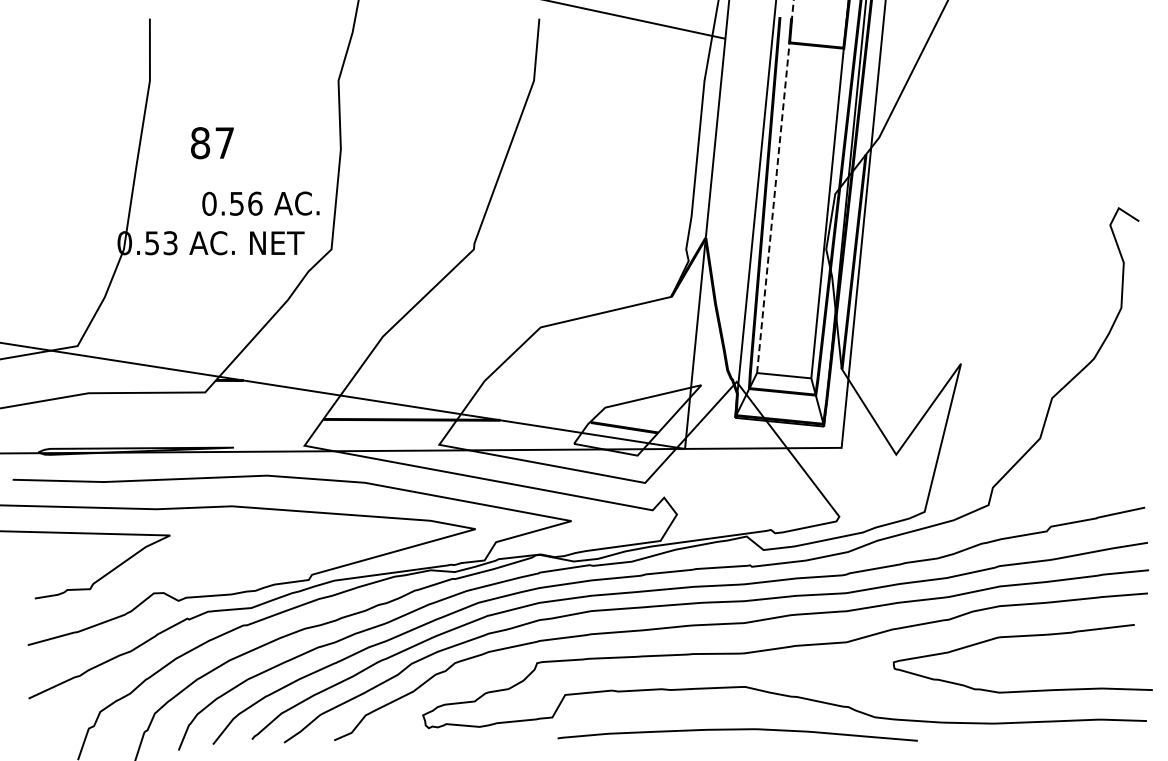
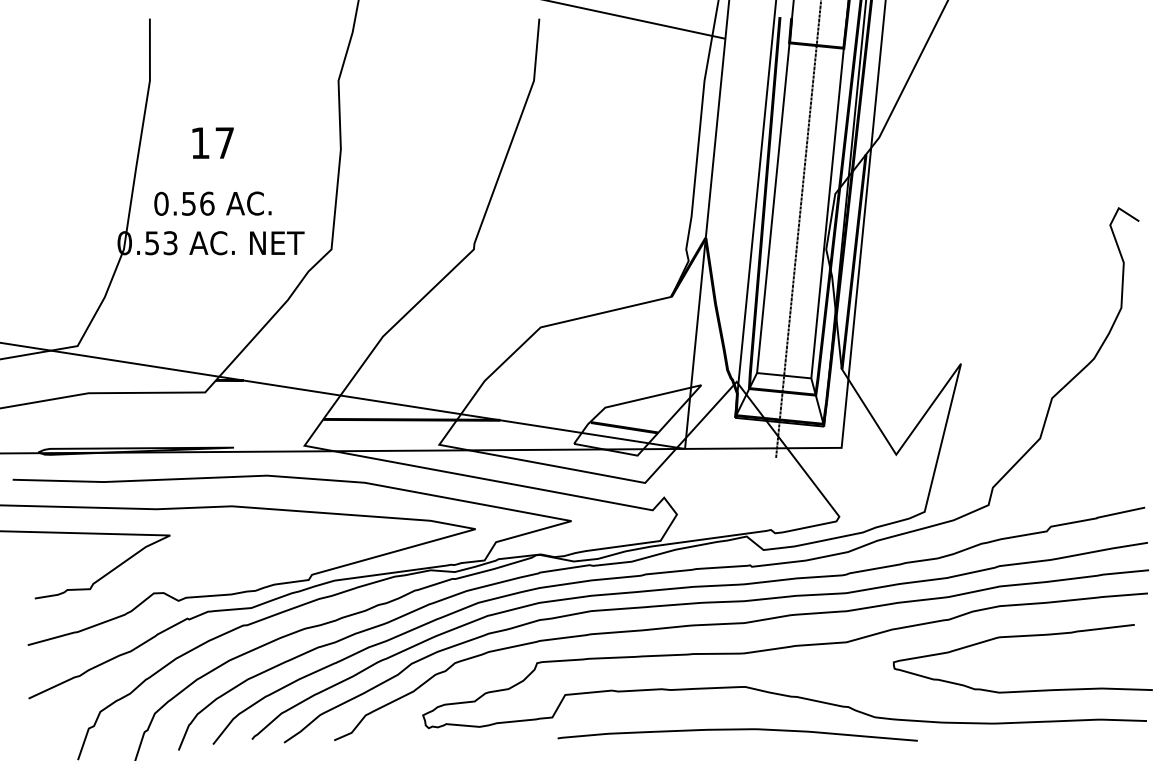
text at (200, 143): 87 -> 17
line at (775, 186): dashed -> solid
text at (260, 203) position: (260, 203) -> (212, 203)
line at (798, 229): none -> present
